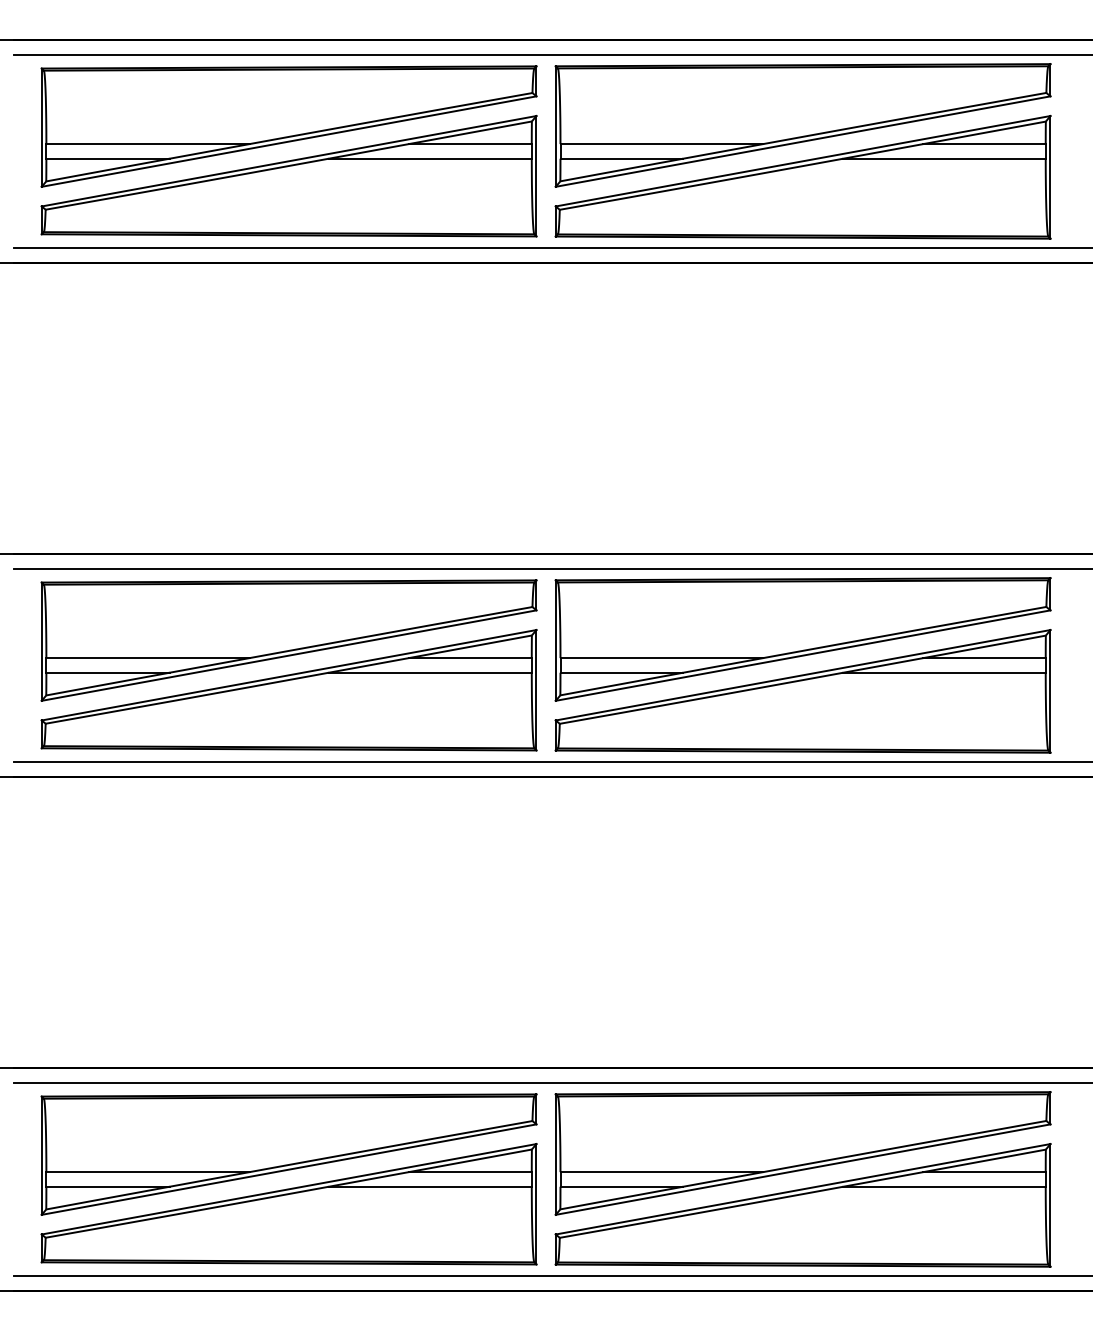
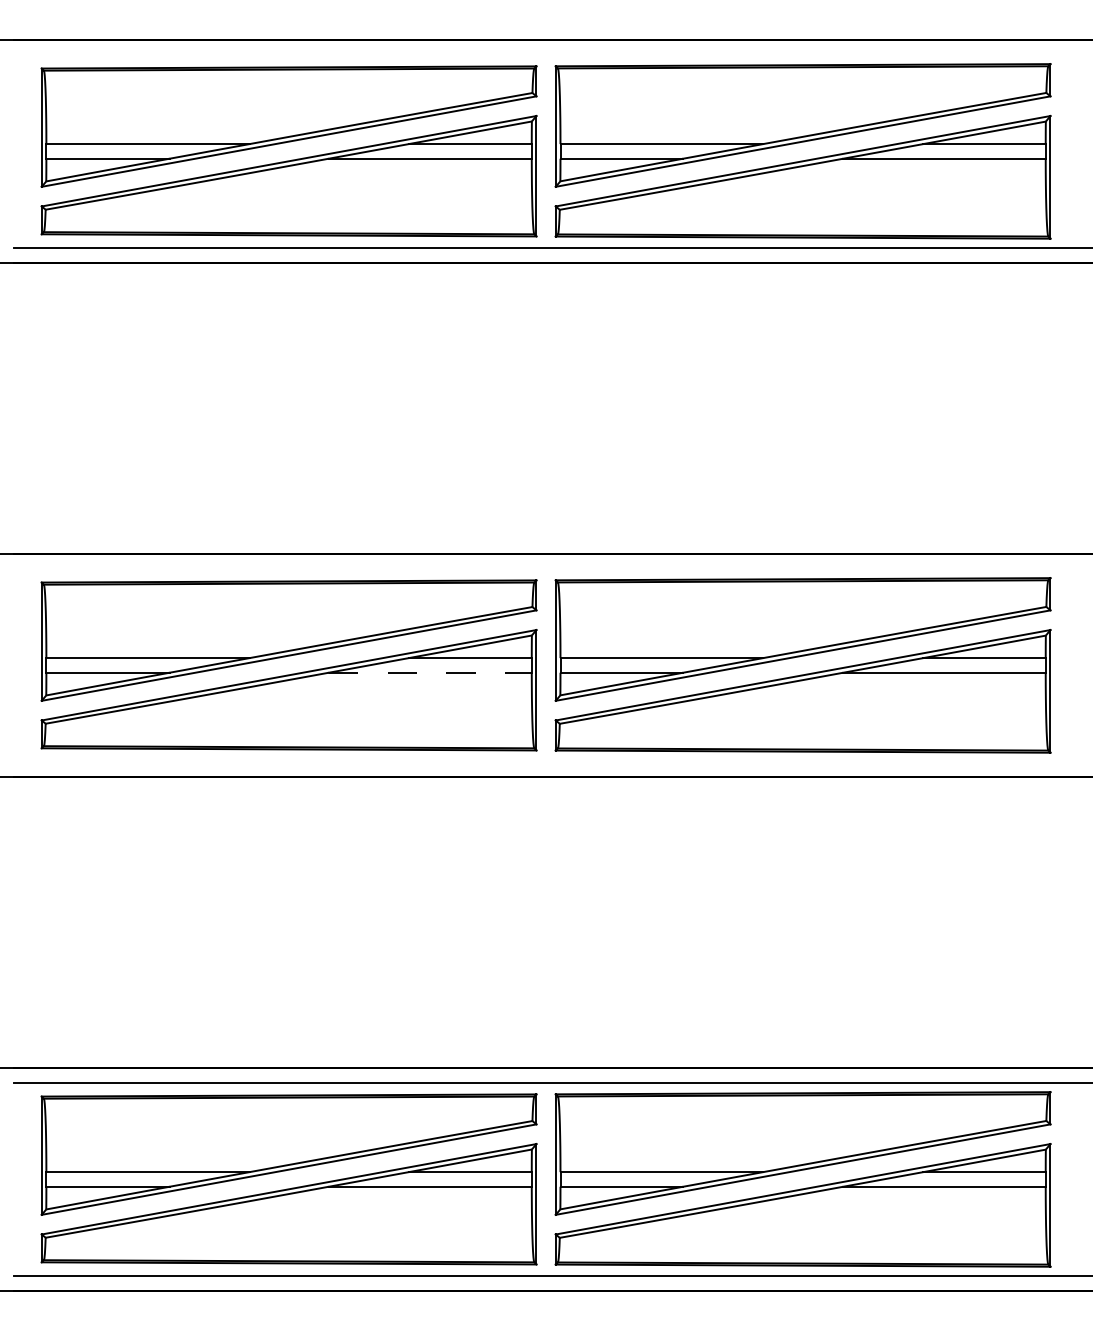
line at (551, 54): present -> none
line at (551, 568): present -> none
line at (430, 672): solid -> dashed
line at (551, 762): present -> none
